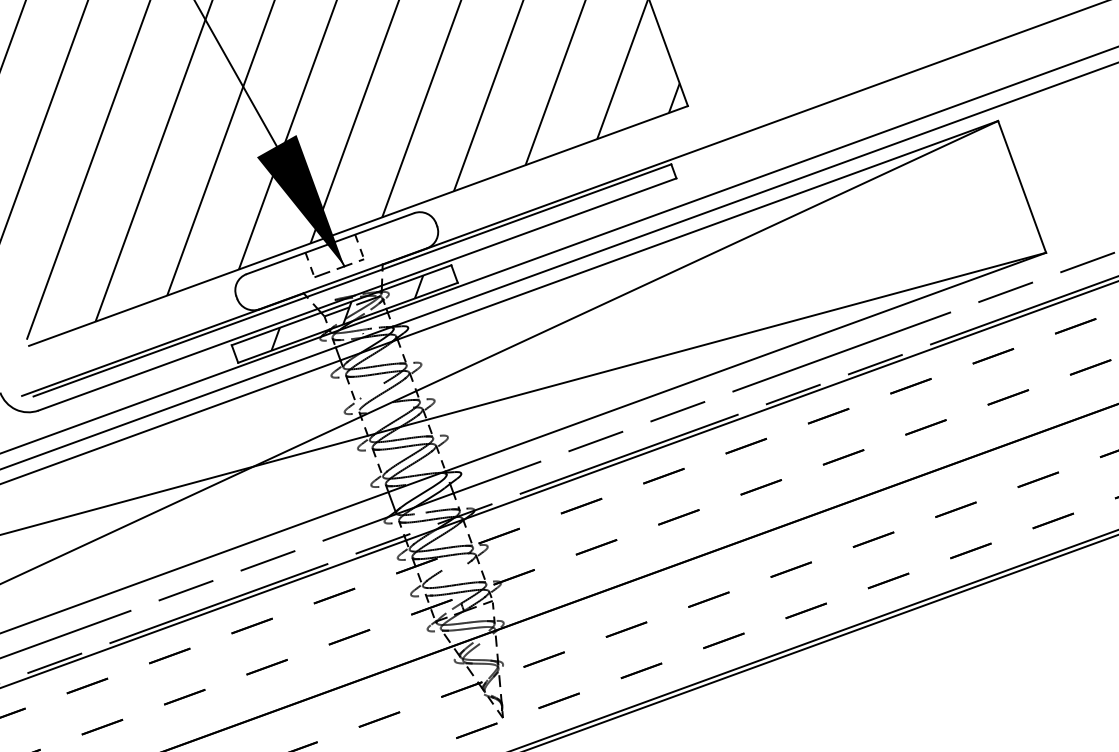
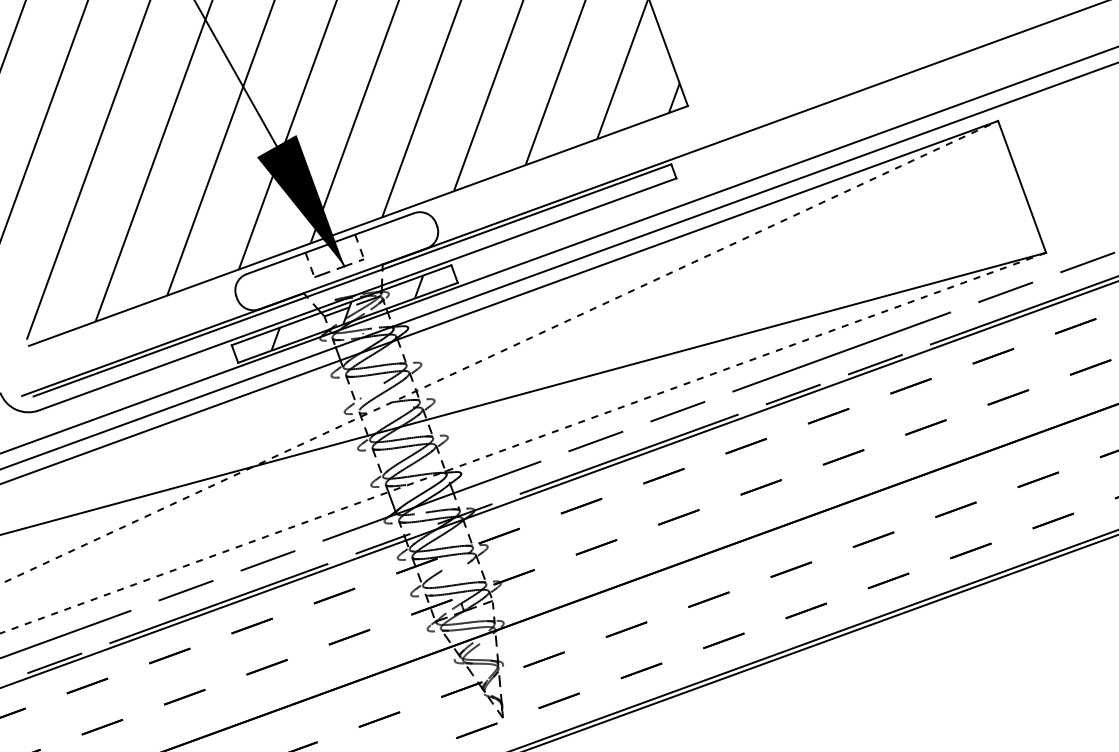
line at (499, 352): solid -> dashed
line at (522, 443): solid -> dashed
